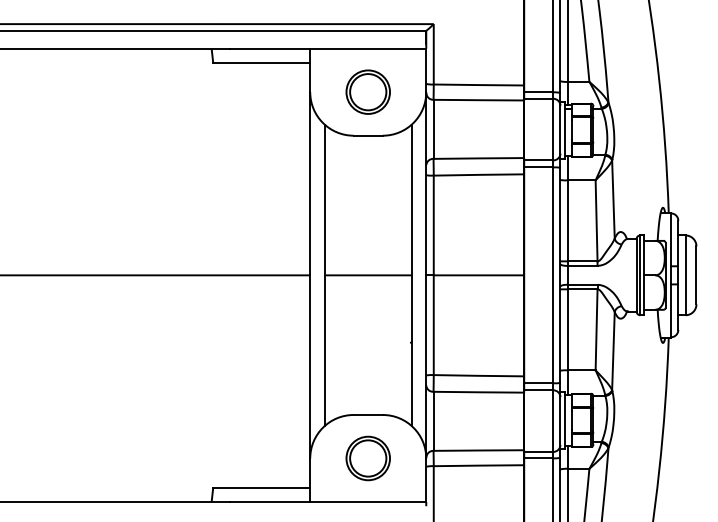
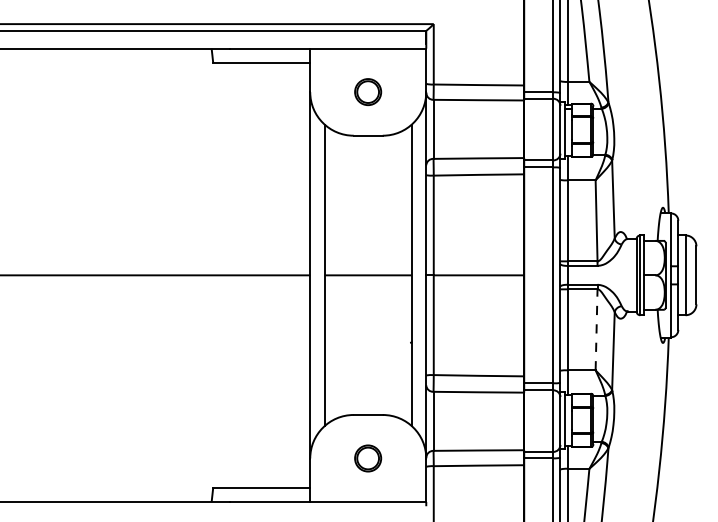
part at (367, 91) size: 46x46 px -> 29x29 px
line at (596, 329): solid -> dashed
part at (367, 458) size: 46x47 px -> 29x29 px
